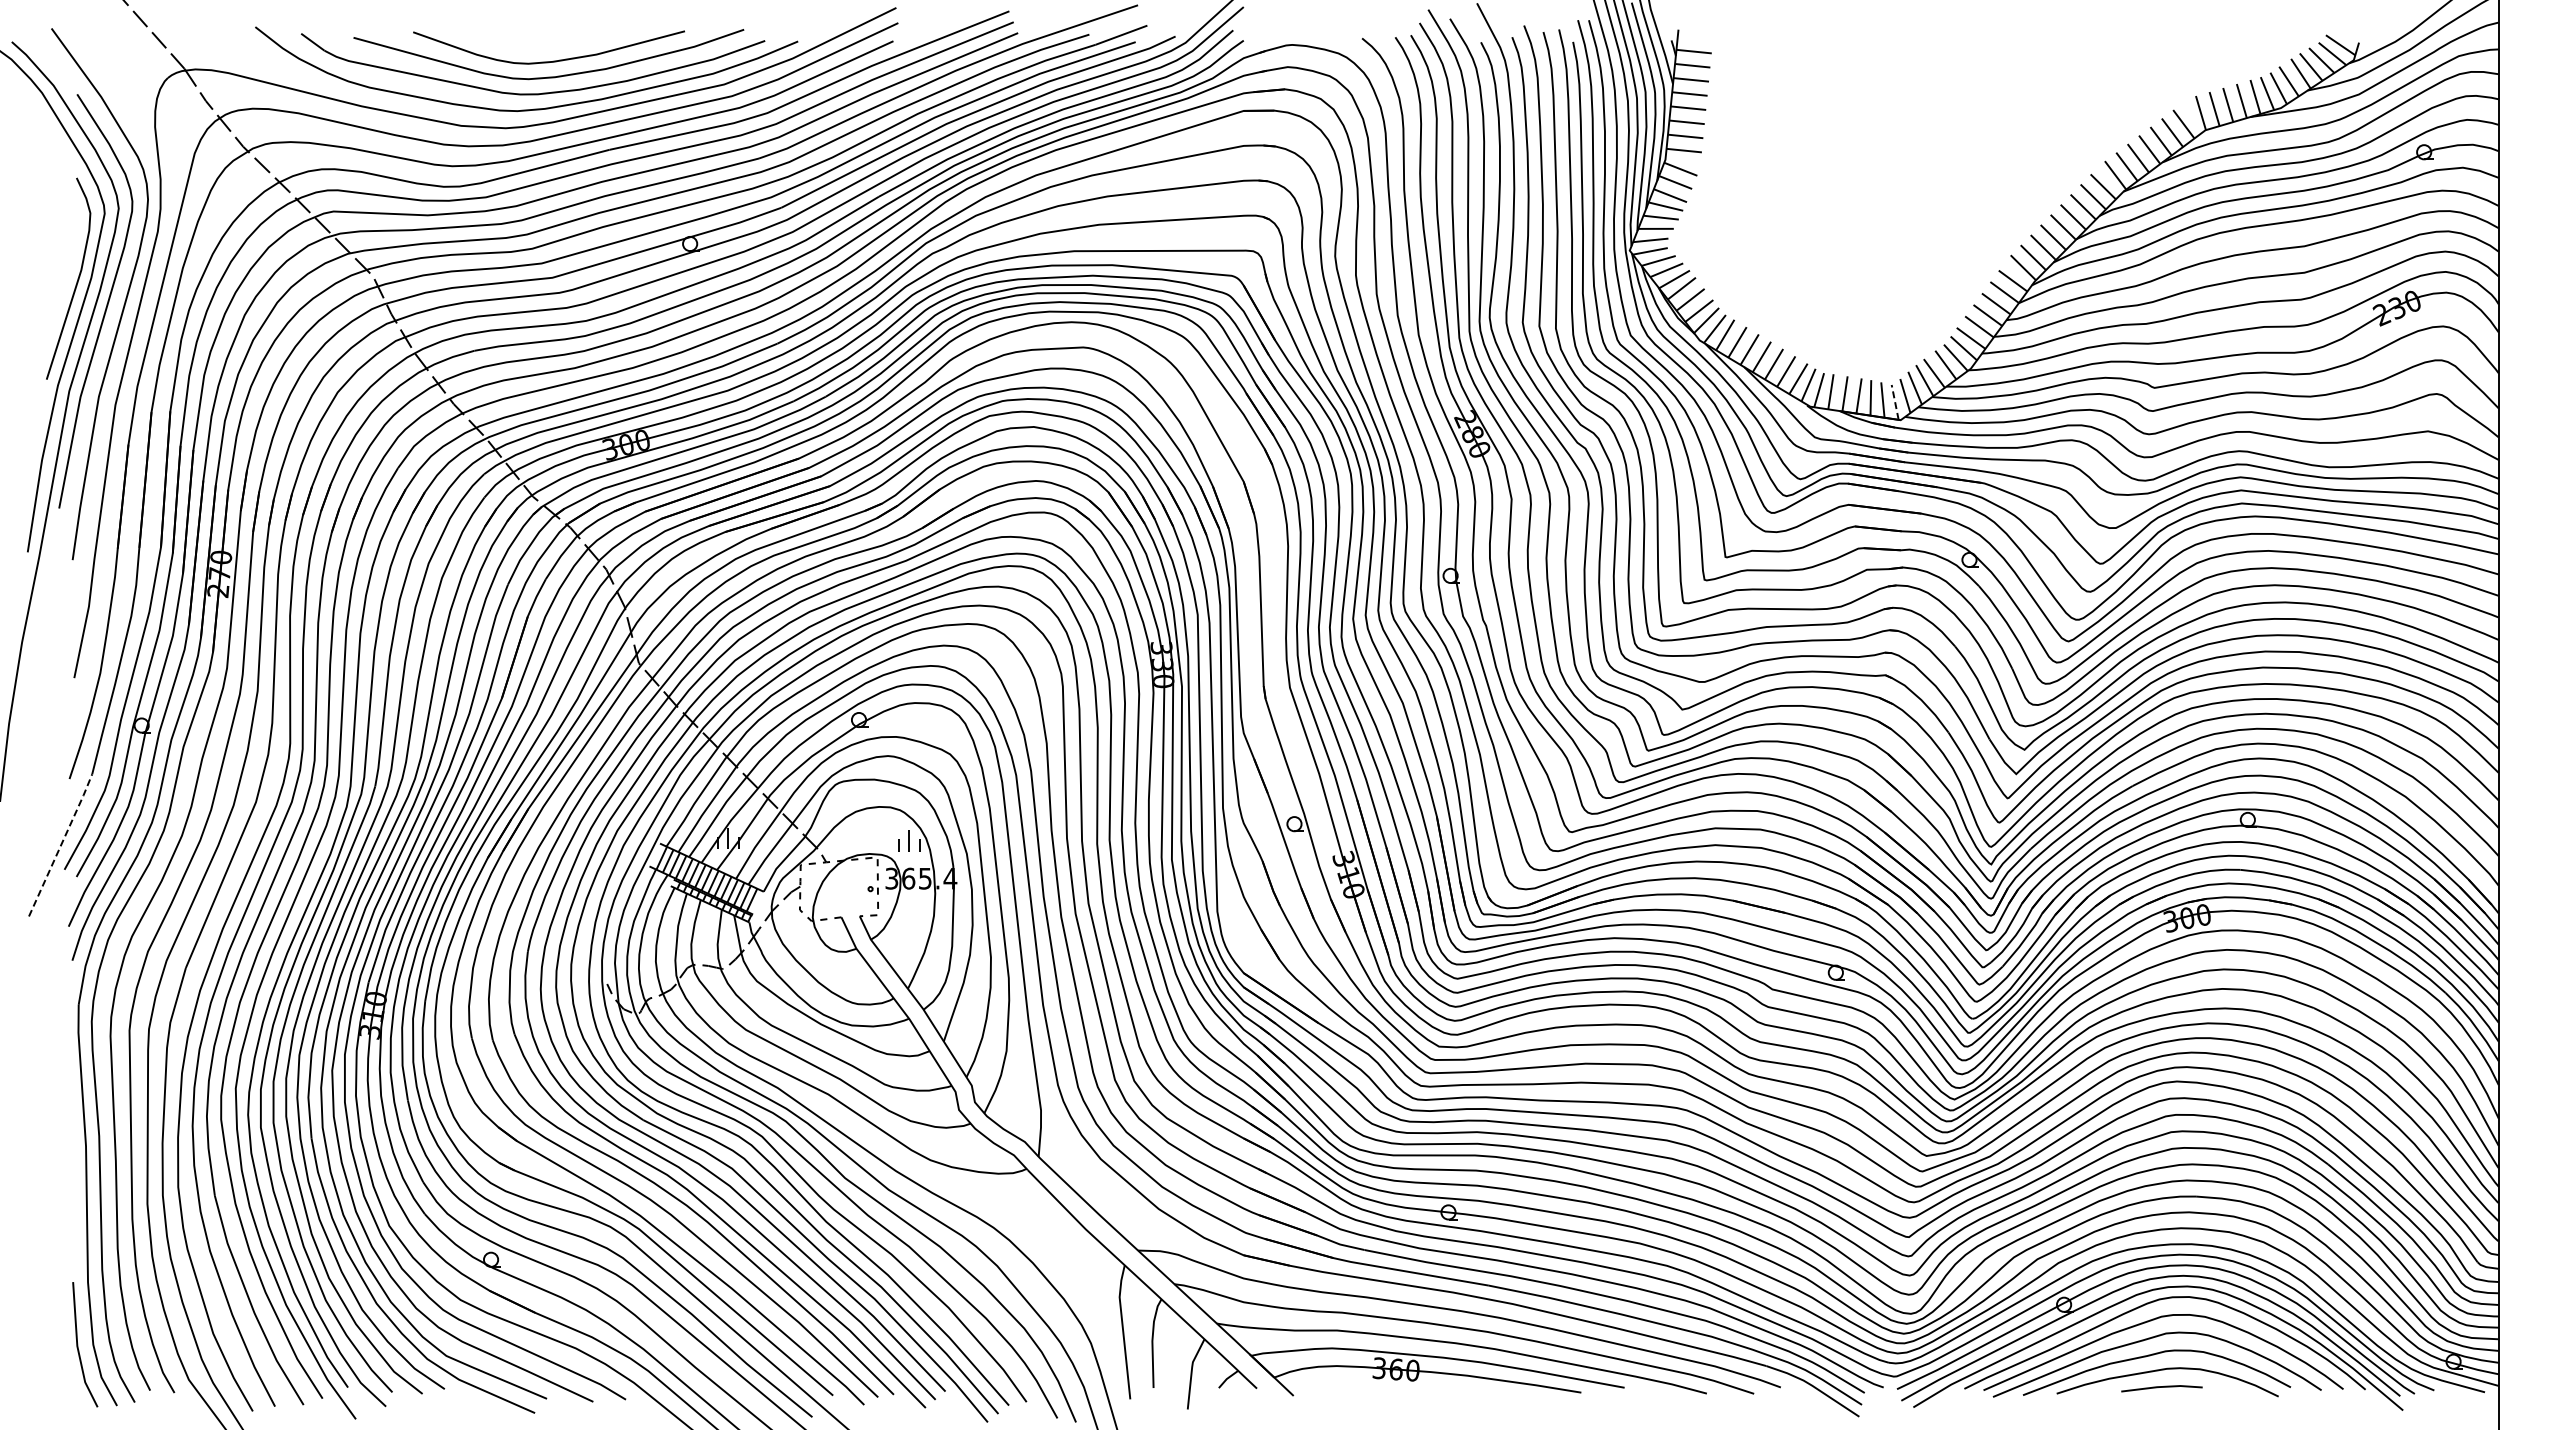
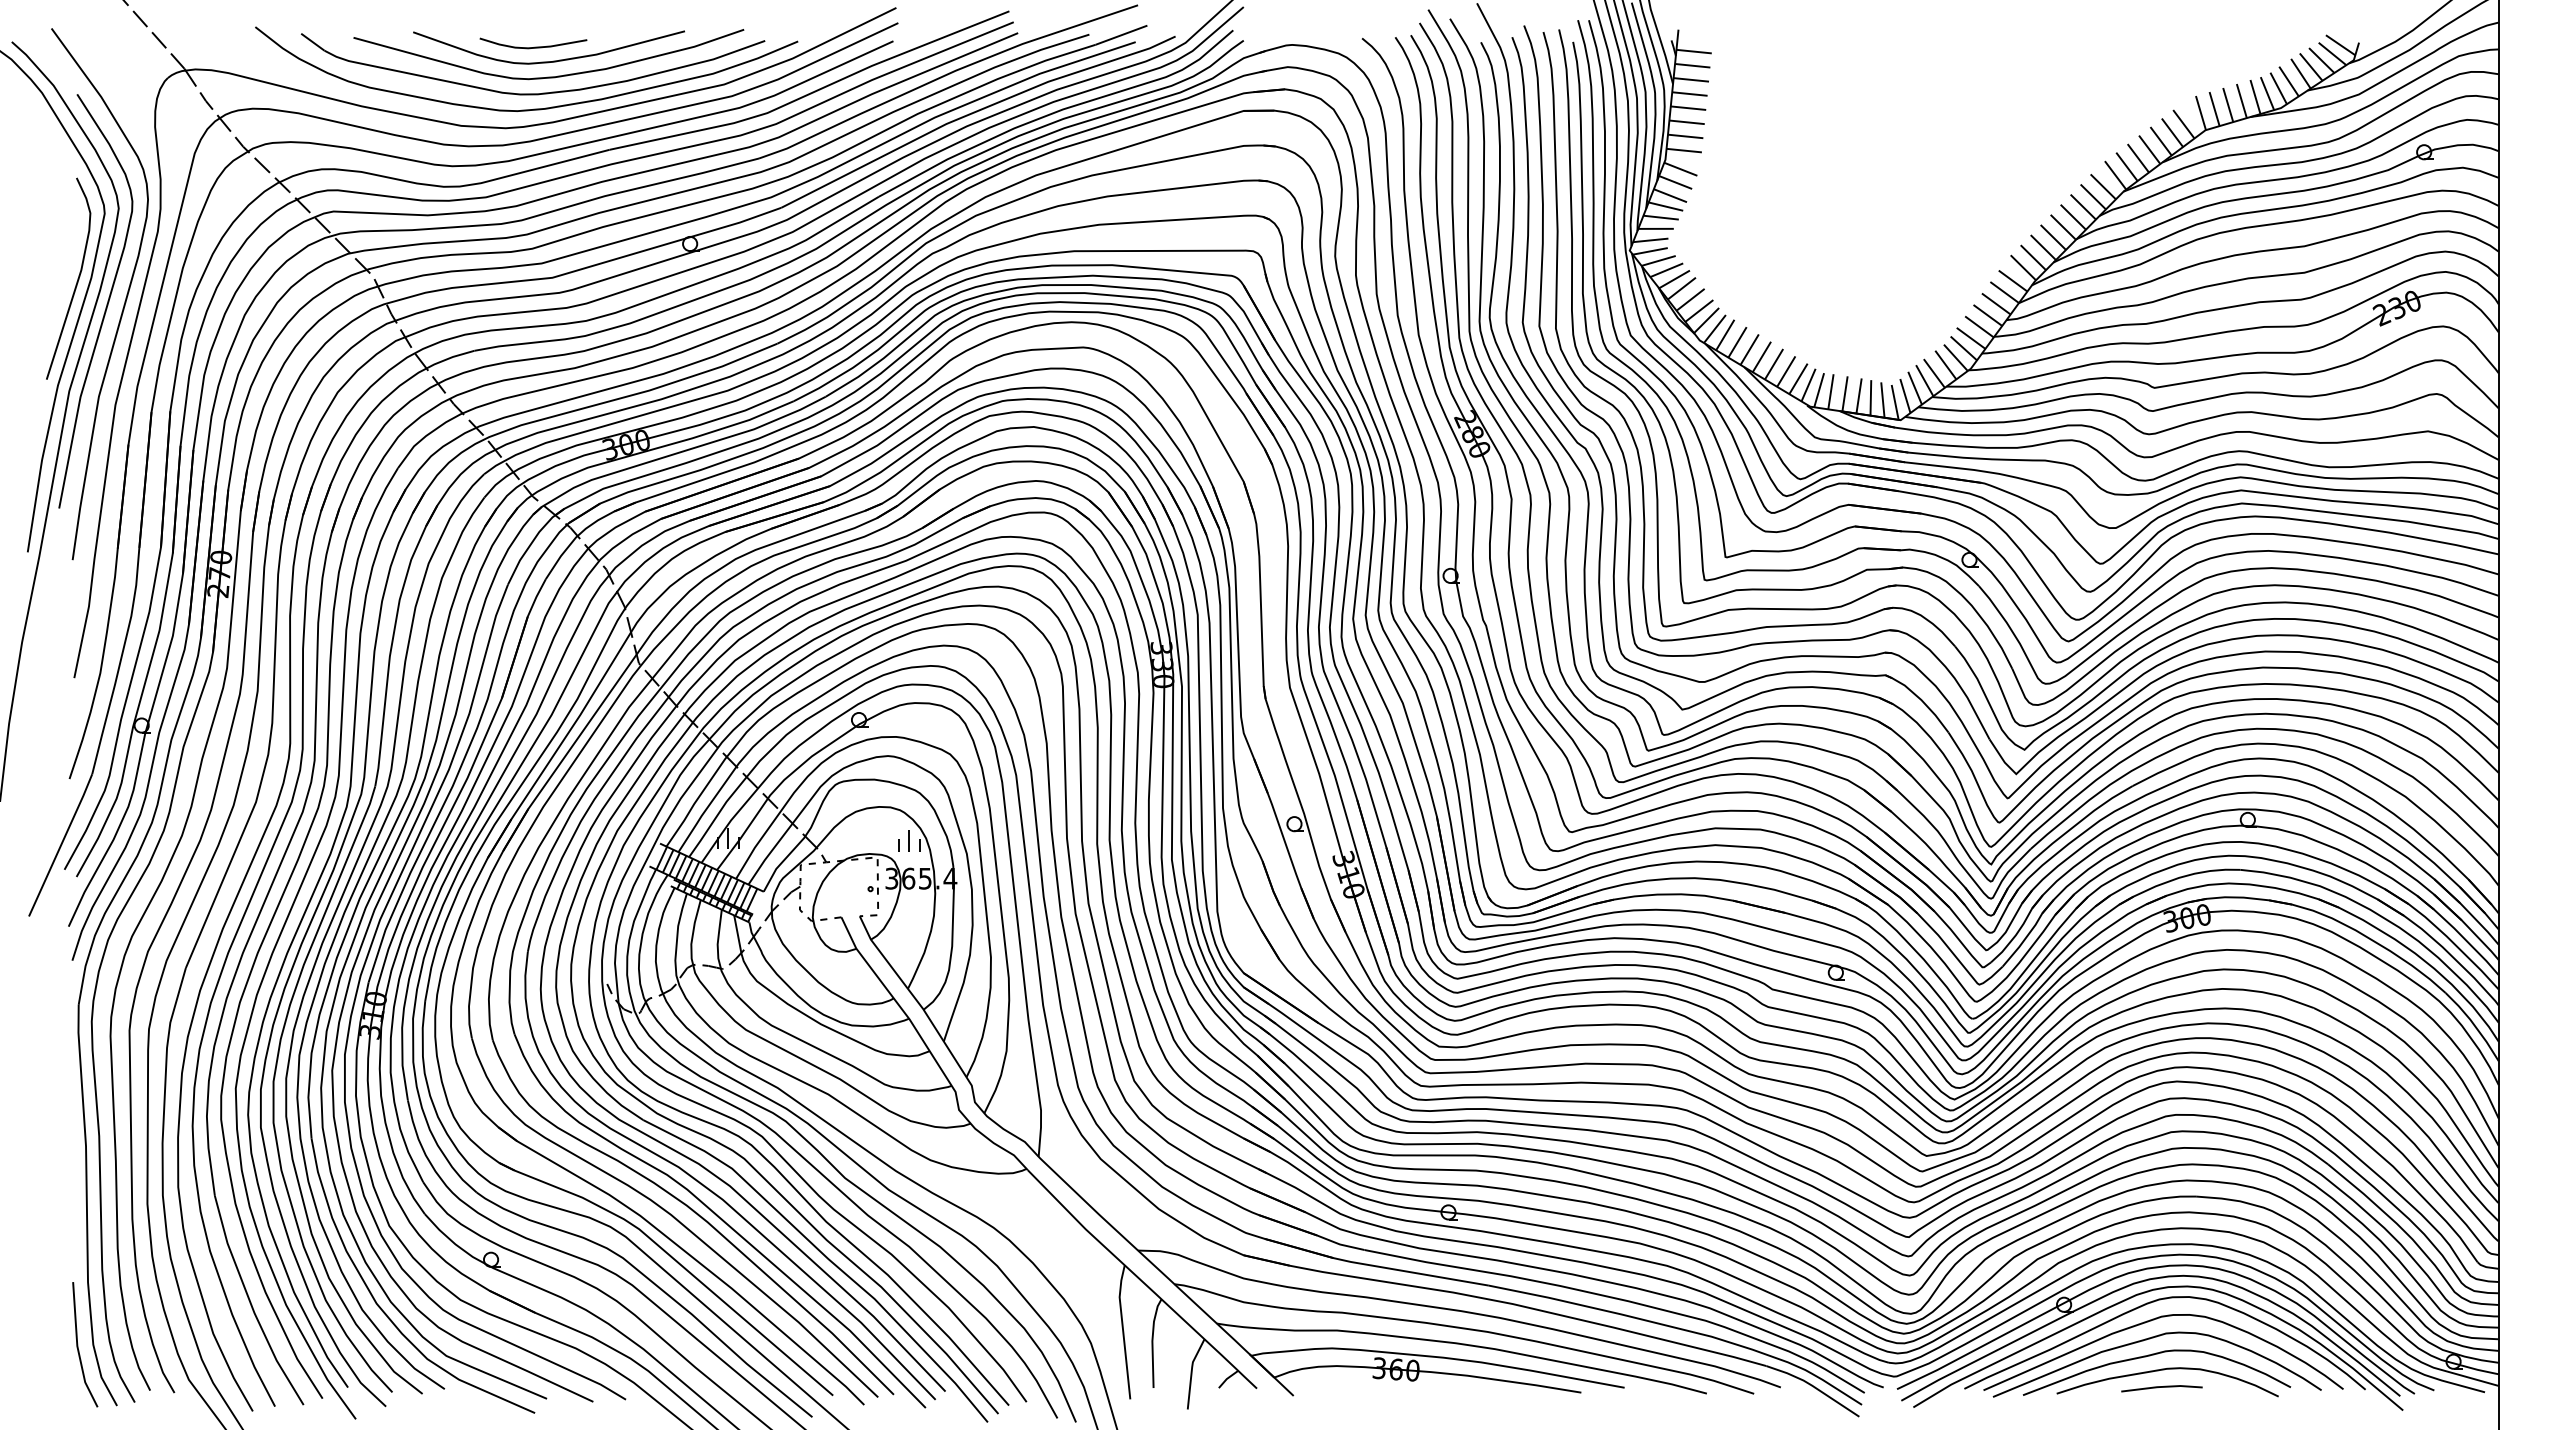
curve at (534, 46): none -> present
line at (1895, 402): dashed -> solid
line at (61, 844): dashed -> solid
